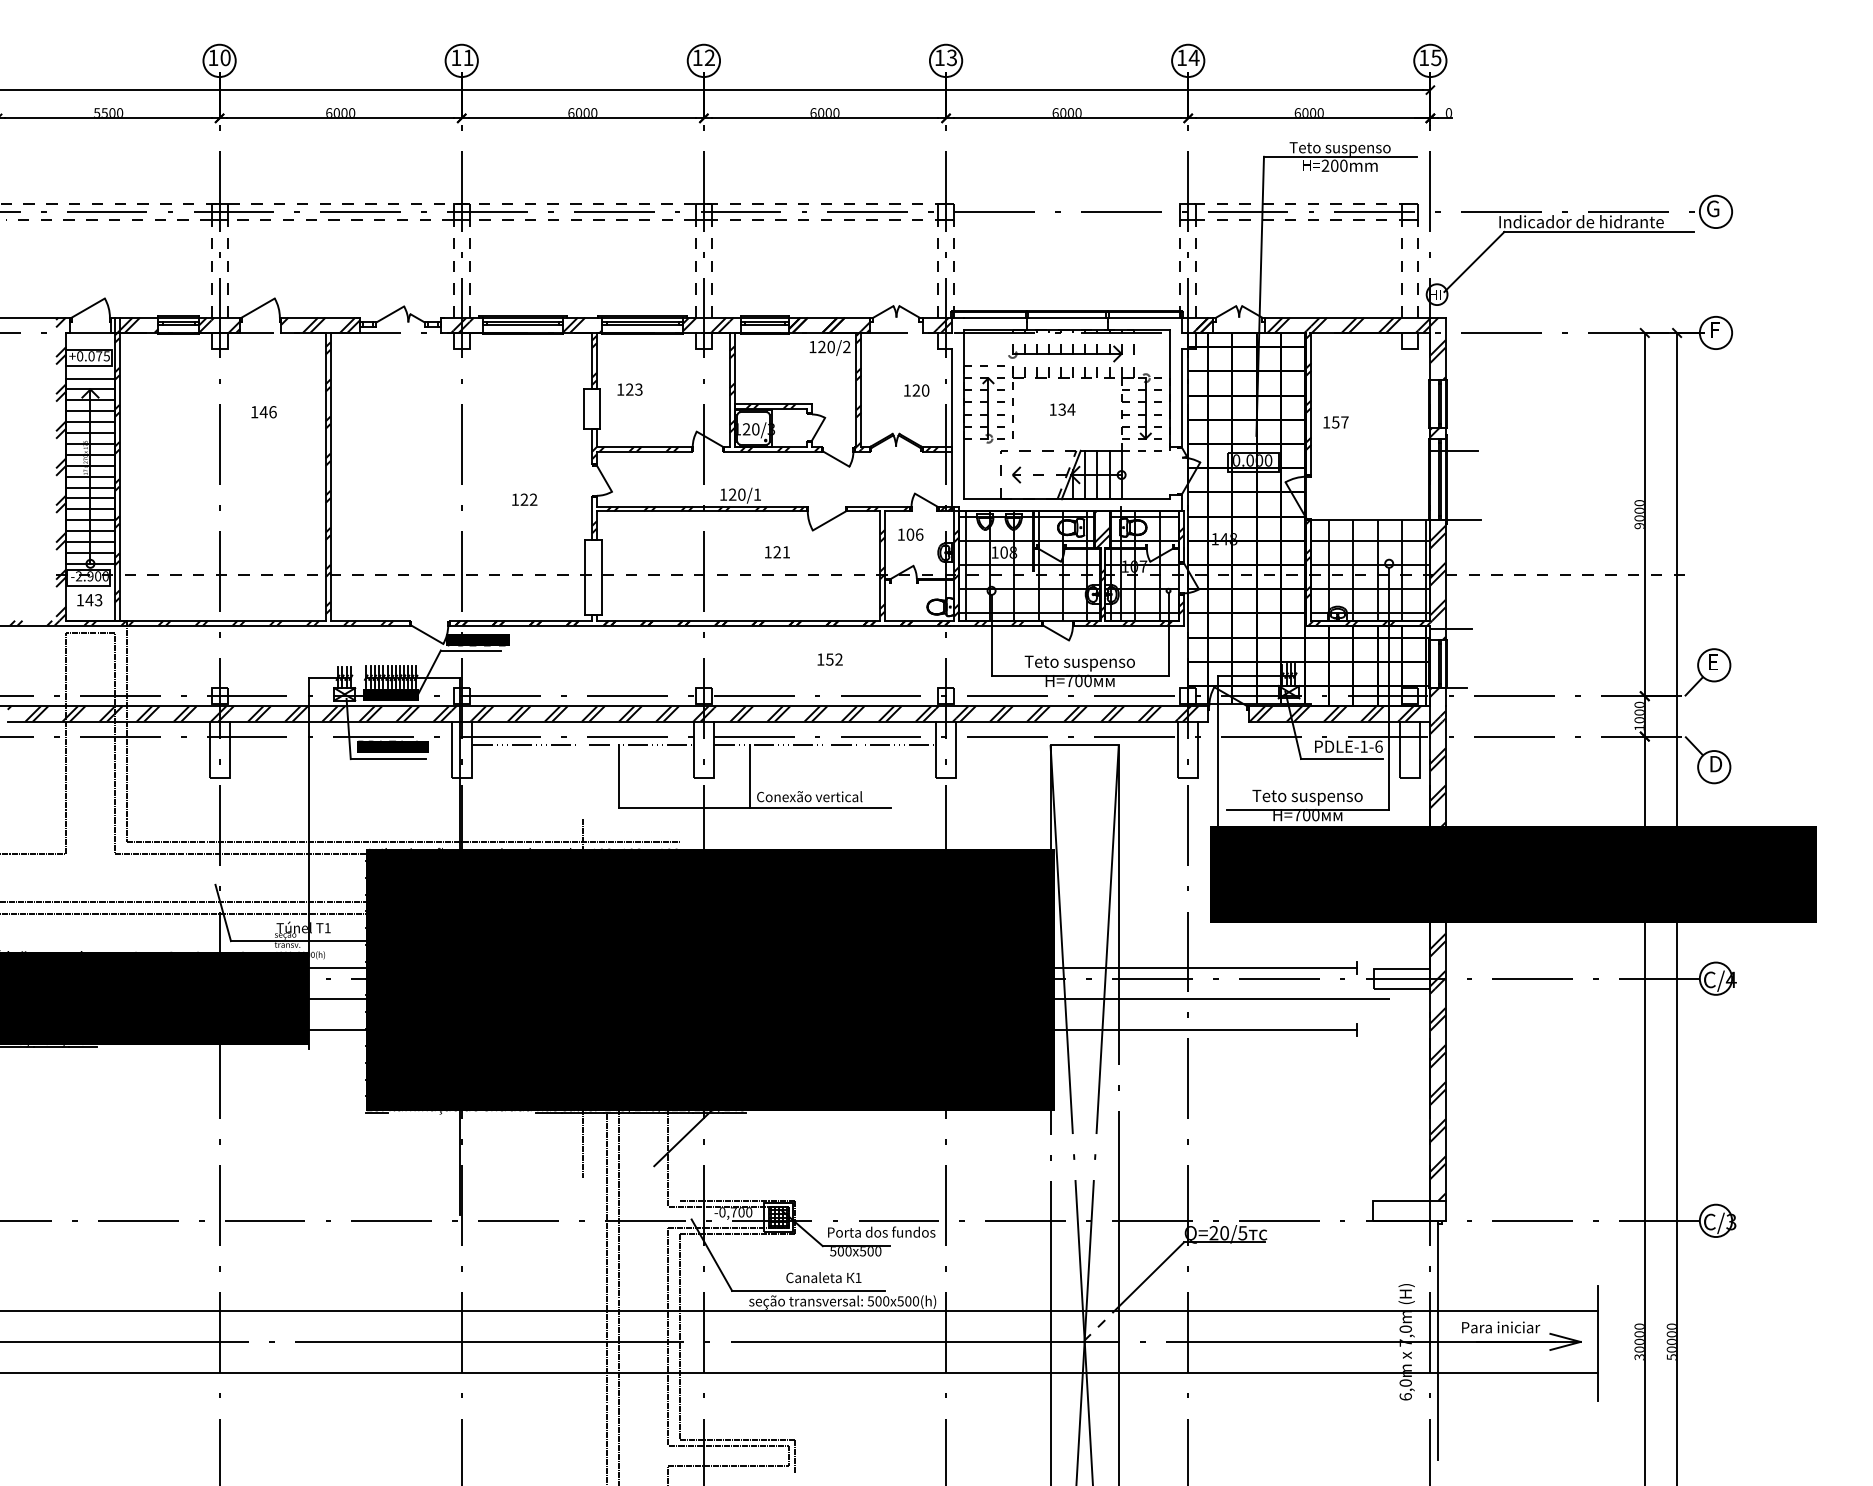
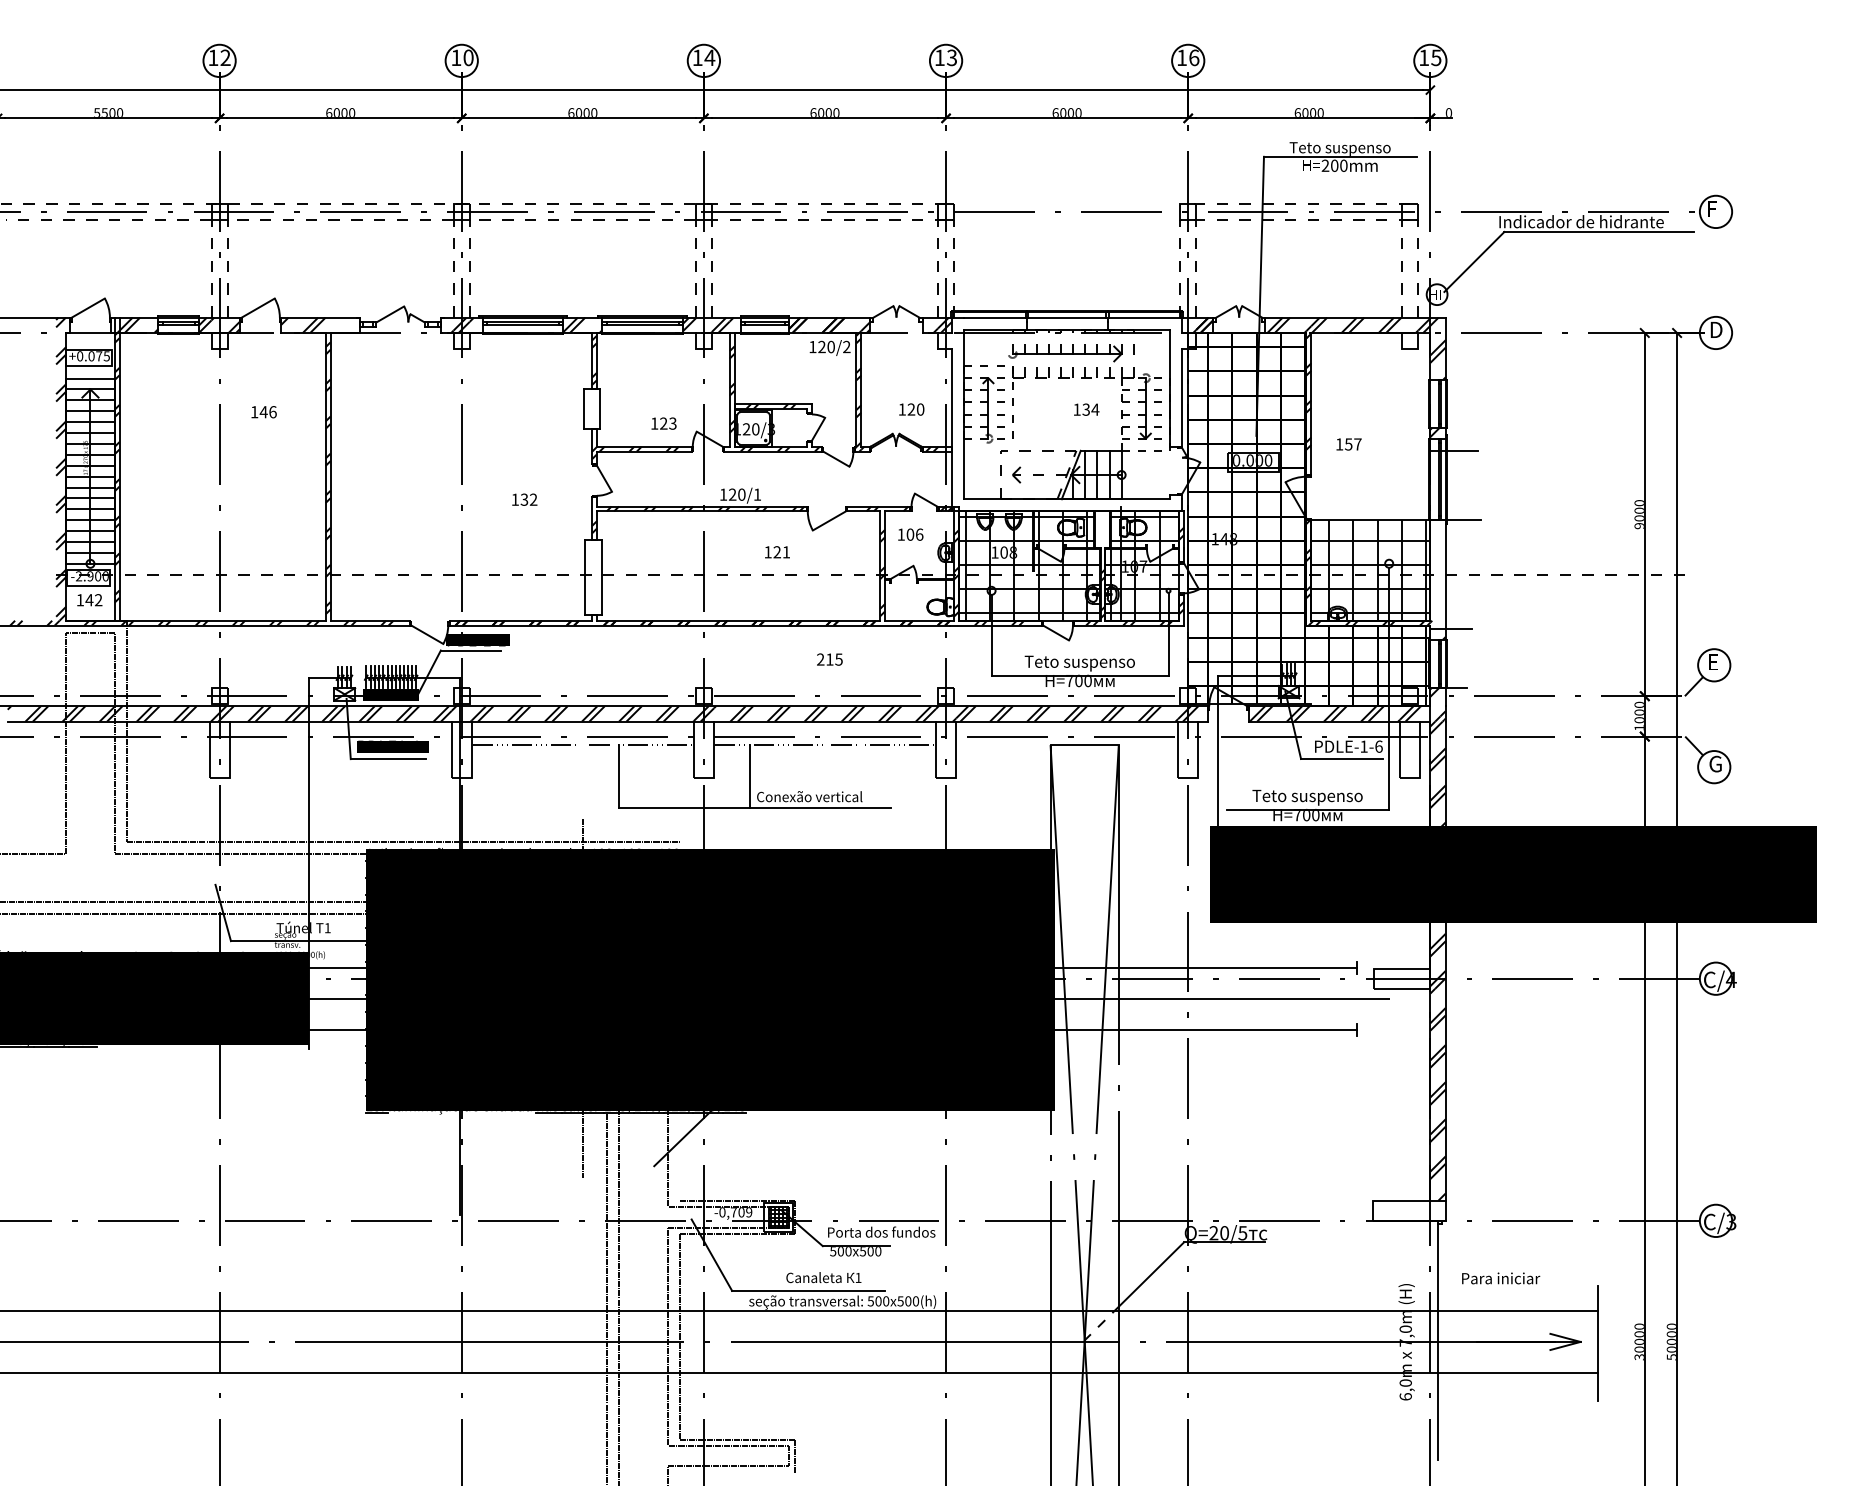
text at (225, 57): 10 -> 12
text at (468, 57): 11 -> 10
text at (709, 57): 12 -> 14
text at (1193, 57): 14 -> 16
text at (1713, 208): G -> F
hatch at (349, 324): present -> none
text at (1716, 329): F -> D
text at (629, 389) position: (629, 389) -> (663, 423)
text at (916, 390) position: (916, 390) -> (911, 409)
text at (1062, 409) position: (1062, 409) -> (1086, 409)
text at (1335, 422) position: (1335, 422) -> (1348, 444)
text at (524, 499): 122 -> 132
hatch at (1101, 529): present -> none
hatch at (1437, 572): present -> none
text at (98, 600): 143 -> 142
text at (829, 659): 152 -> 215
text at (1715, 763): D -> G
text at (749, 1212): -0,700 -> -0,709
text at (1501, 1327) position: (1501, 1327) -> (1501, 1278)
